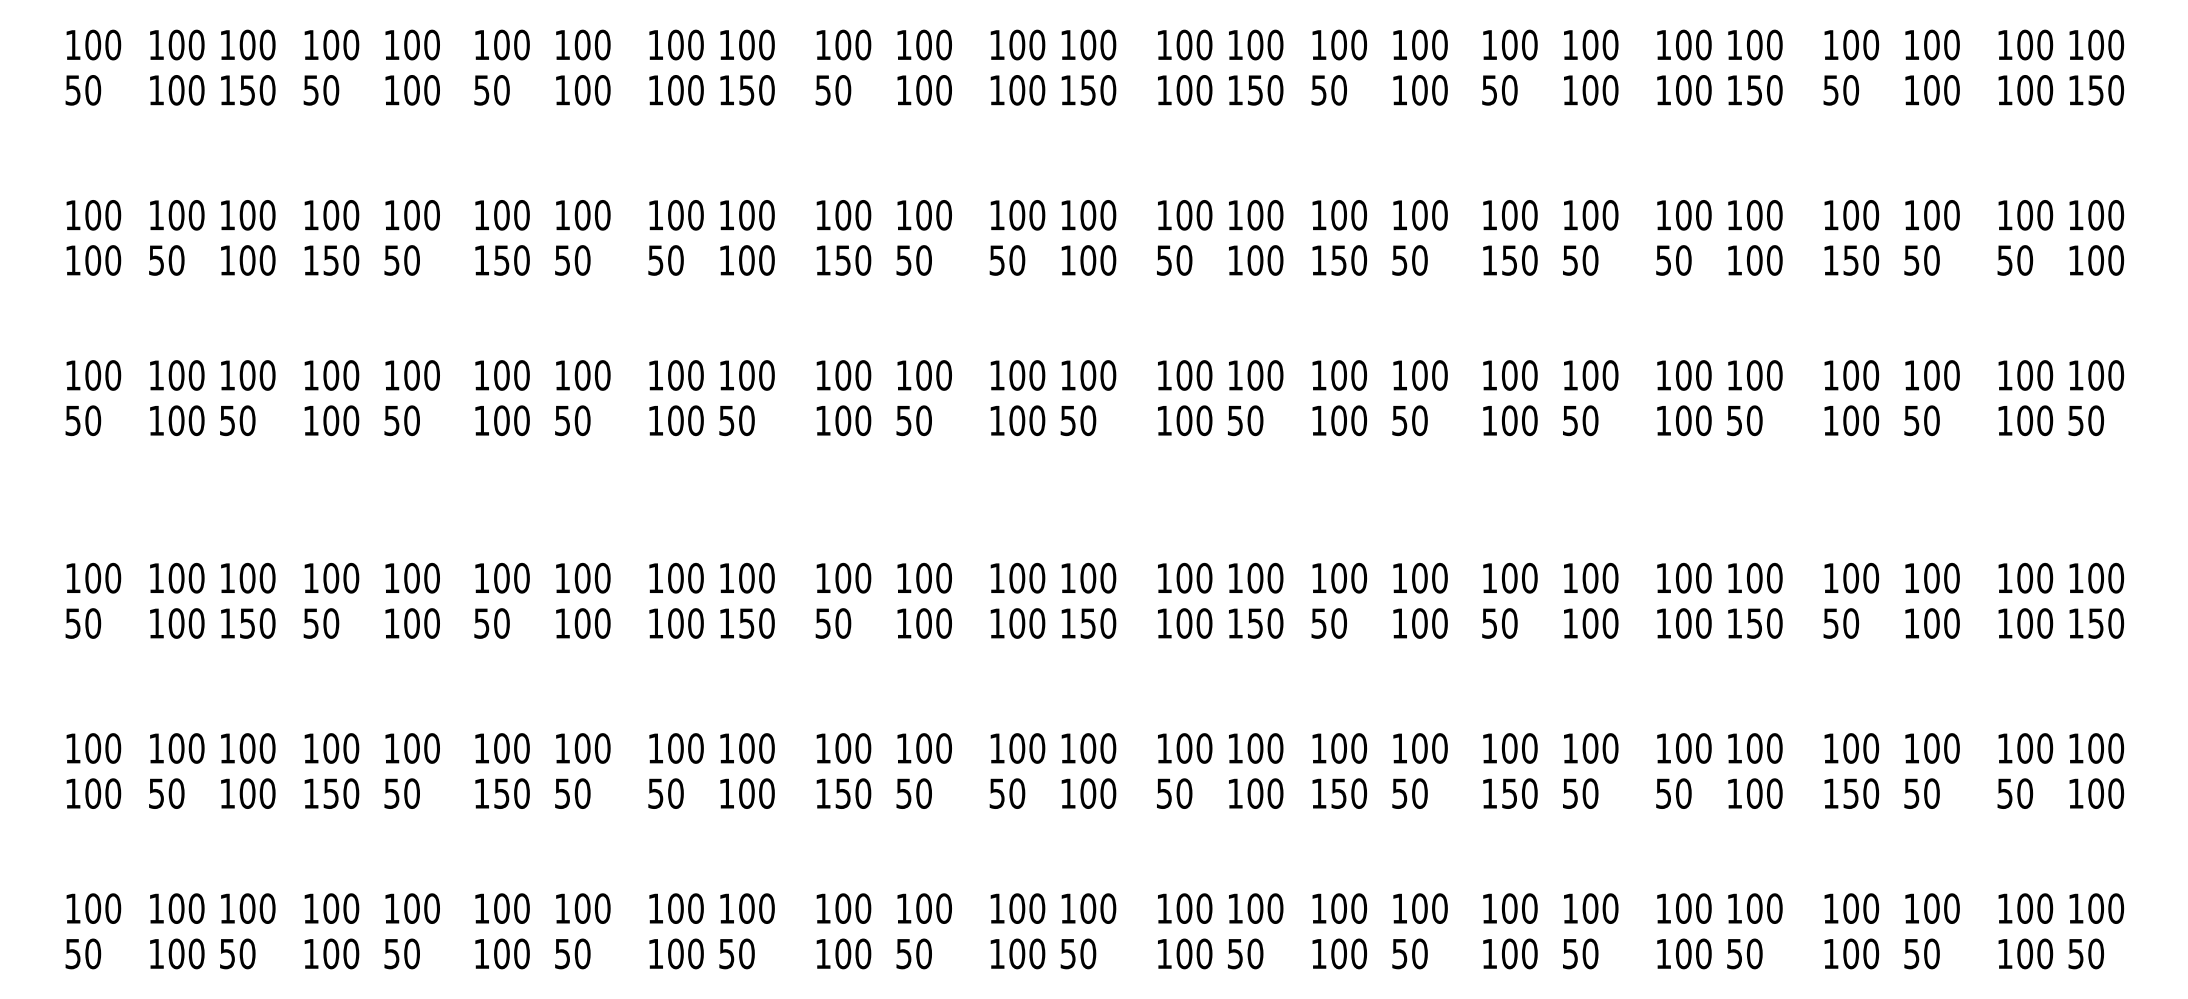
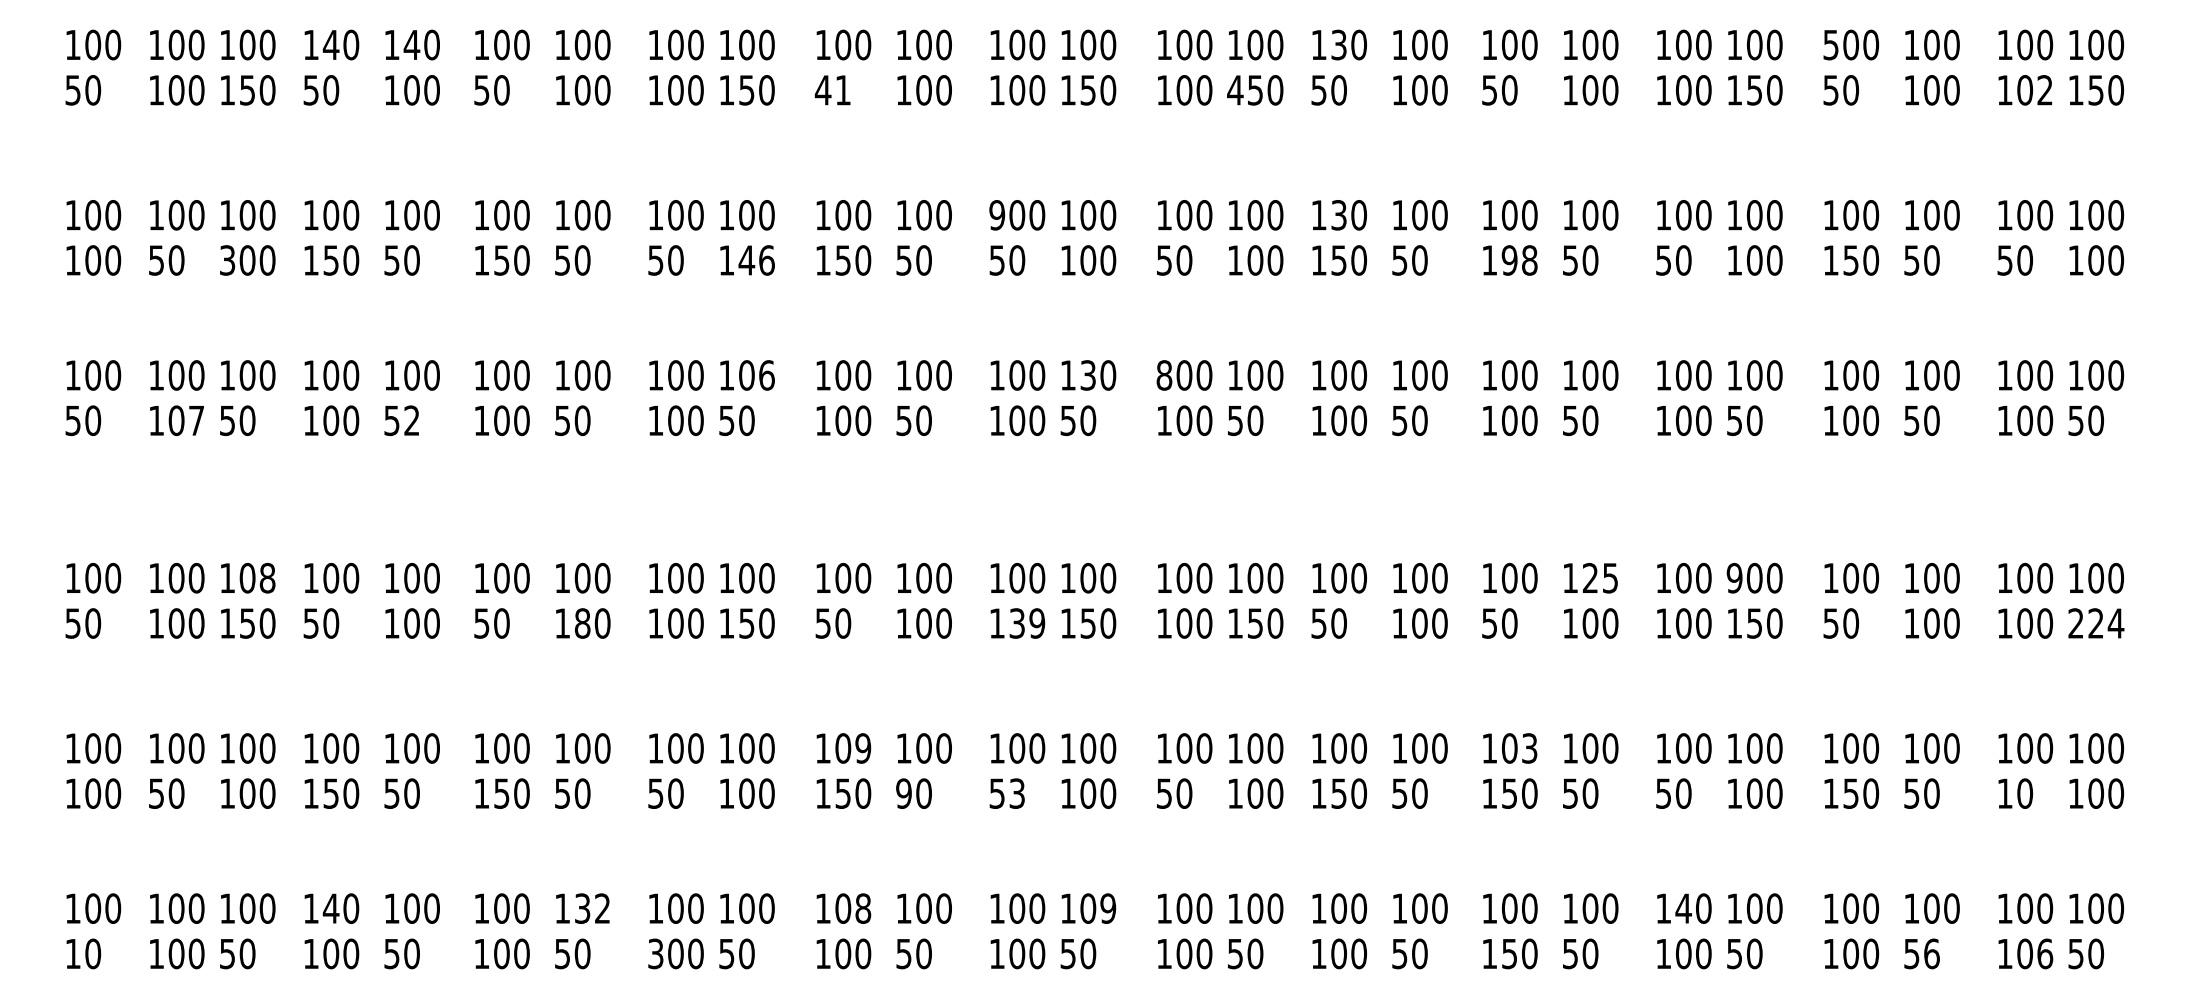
text at (330, 44): 100 -> 140
text at (411, 44): 100 -> 140
text at (1338, 44): 100 -> 130
text at (1830, 45): 100 -> 500
text at (832, 90): 50 -> 41
text at (1235, 90): 150 -> 450
text at (2045, 90): 100 -> 102
text at (997, 215): 100 -> 900
text at (1338, 215): 100 -> 130
text at (227, 260): 100 -> 300
text at (756, 260): 100 -> 146
text at (1519, 260): 150 -> 198
text at (766, 375): 100 -> 106
text at (1088, 375): 100 -> 130
text at (1164, 375): 100 -> 800
text at (196, 420): 100 -> 107
text at (411, 420): 50 -> 52
text at (1600, 577): 100 -> 125
text at (1734, 577): 100 -> 900
text at (267, 578): 100 -> 108
text at (582, 623): 100 -> 180
text at (1027, 623): 100 -> 139
text at (2096, 623): 150 -> 224
text at (863, 748): 100 -> 109
text at (1529, 748): 100 -> 103
text at (903, 793): 50 -> 90
text at (1017, 793): 50 -> 53
text at (2004, 793): 50 -> 10
text at (330, 908): 100 -> 140
text at (592, 908): 100 -> 132
text at (863, 908): 100 -> 108
text at (1108, 908): 100 -> 109
text at (1683, 908): 100 -> 140
text at (655, 953): 100 -> 300
text at (1509, 953): 100 -> 150
text at (1931, 953): 50 -> 56
text at (2045, 953): 100 -> 106
text at (72, 954): 50 -> 10
